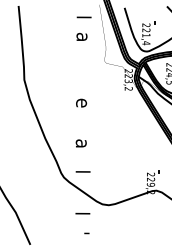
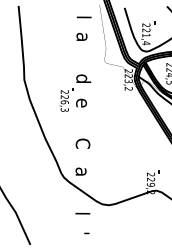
part at (75, 92): none -> present
text at (82, 143): a -> C
text at (82, 171): l -> a
